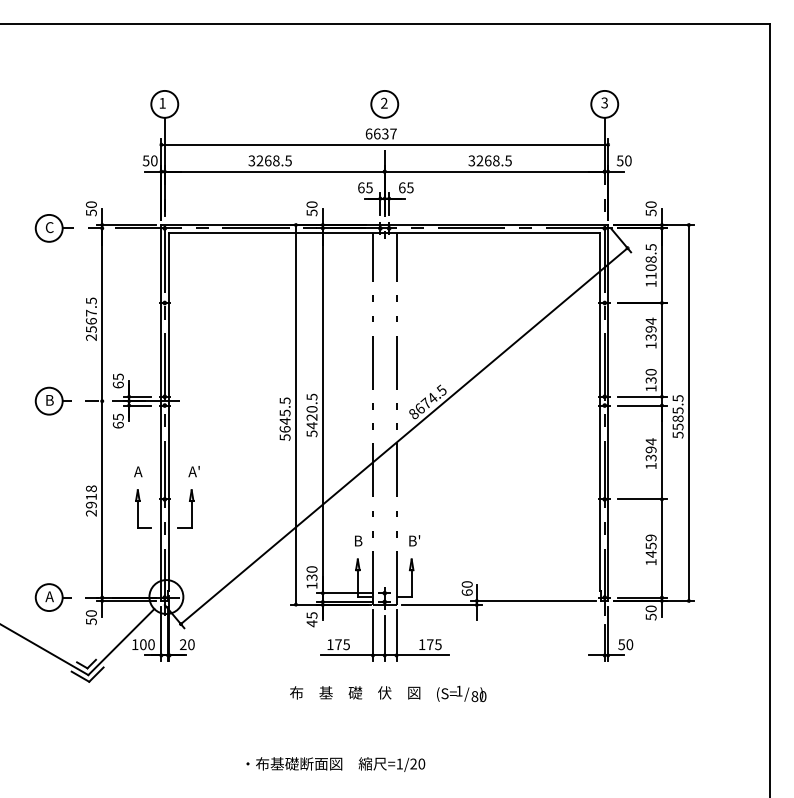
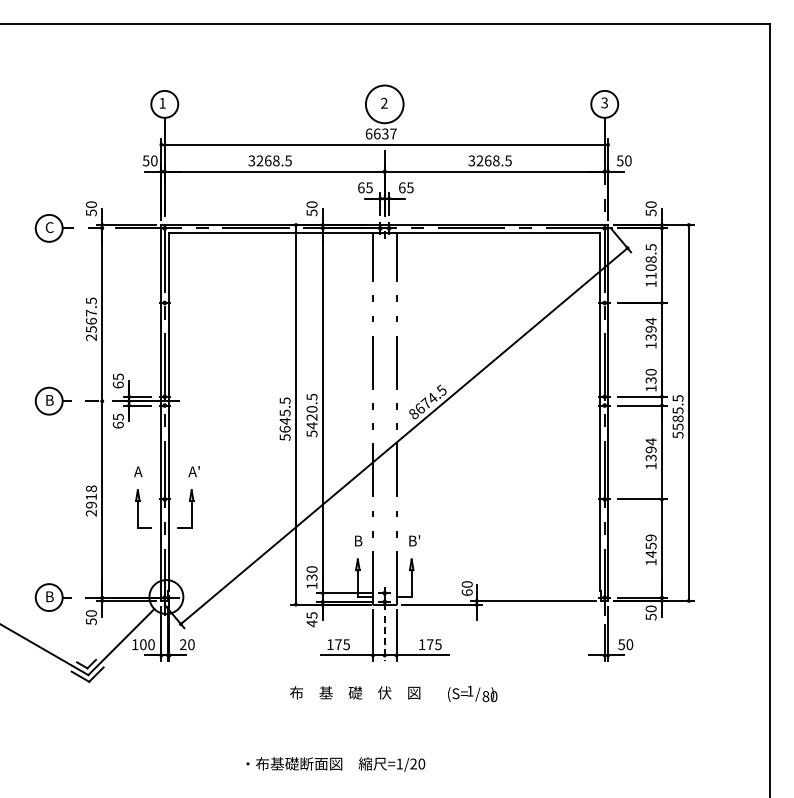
circle at (384, 103) diameter: 27 px -> 38 px
text at (49, 596): A -> B
line at (384, 638): solid -> dashed
text at (461, 693) position: (461, 693) -> (472, 693)
